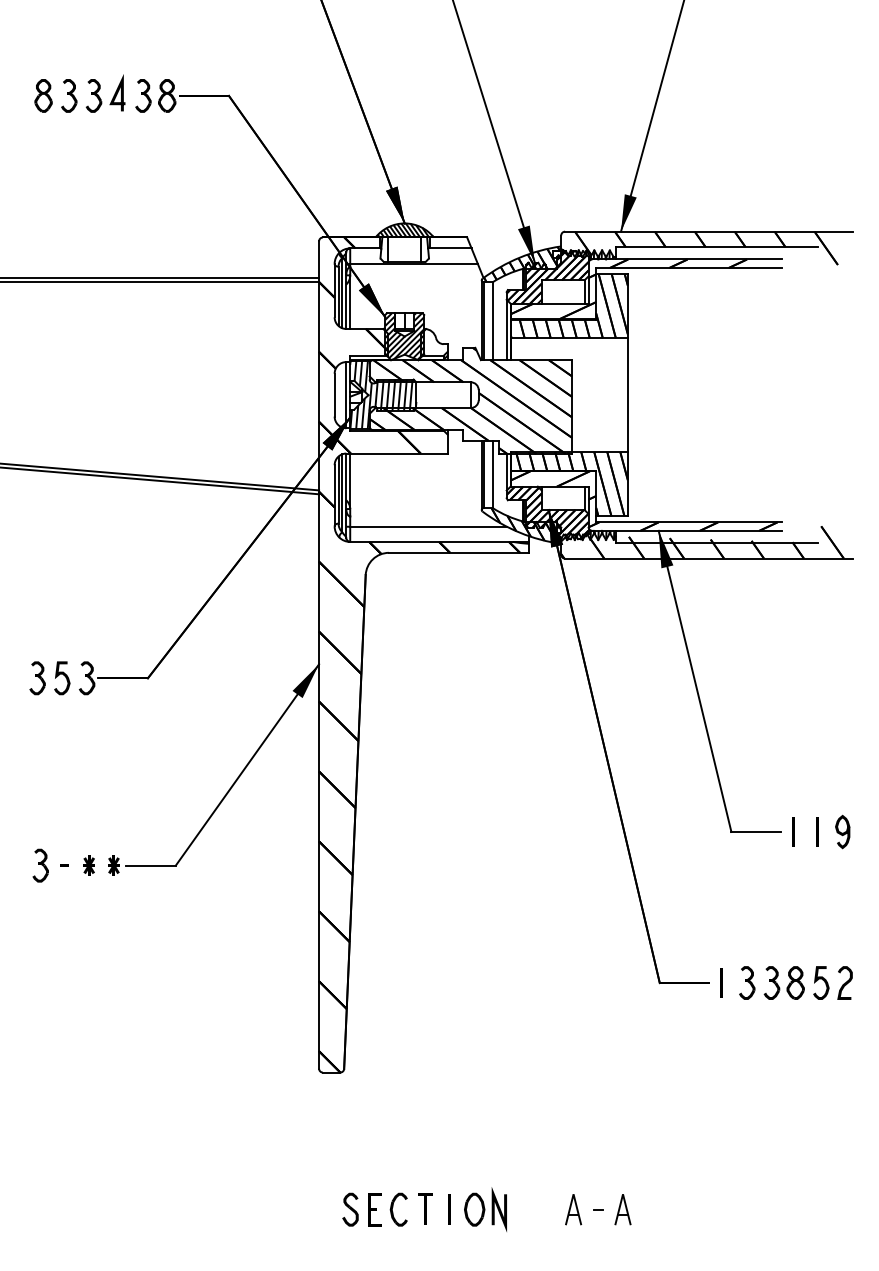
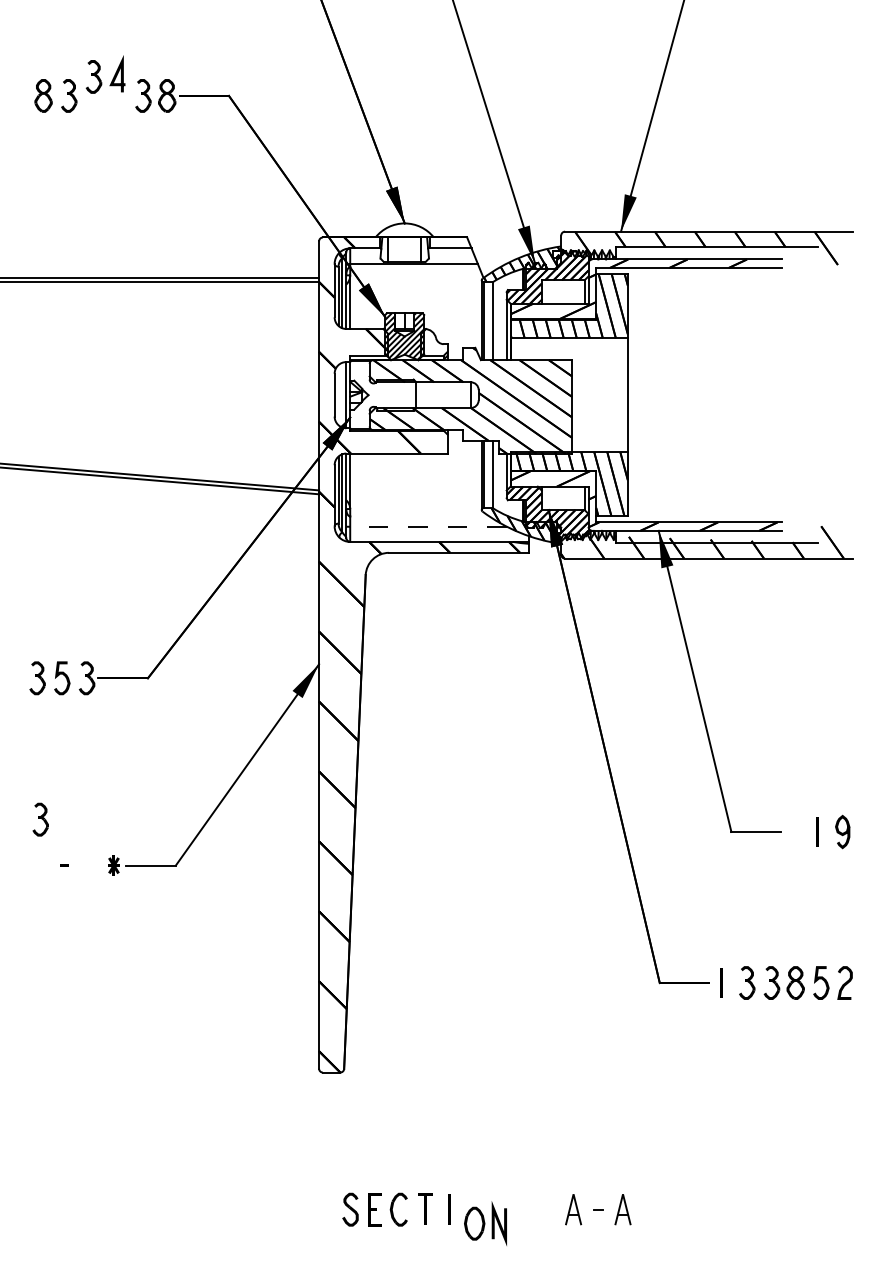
part at (99, 95) position: (99, 95) -> (99, 76)
hatch at (405, 230): present -> none
hatch at (383, 394): present -> none
line at (428, 526): solid -> dashed
line at (793, 831): present -> none
part at (40, 865) position: (40, 865) -> (40, 819)
part at (88, 865): present -> none
part at (485, 1209) position: (485, 1209) -> (485, 1223)
